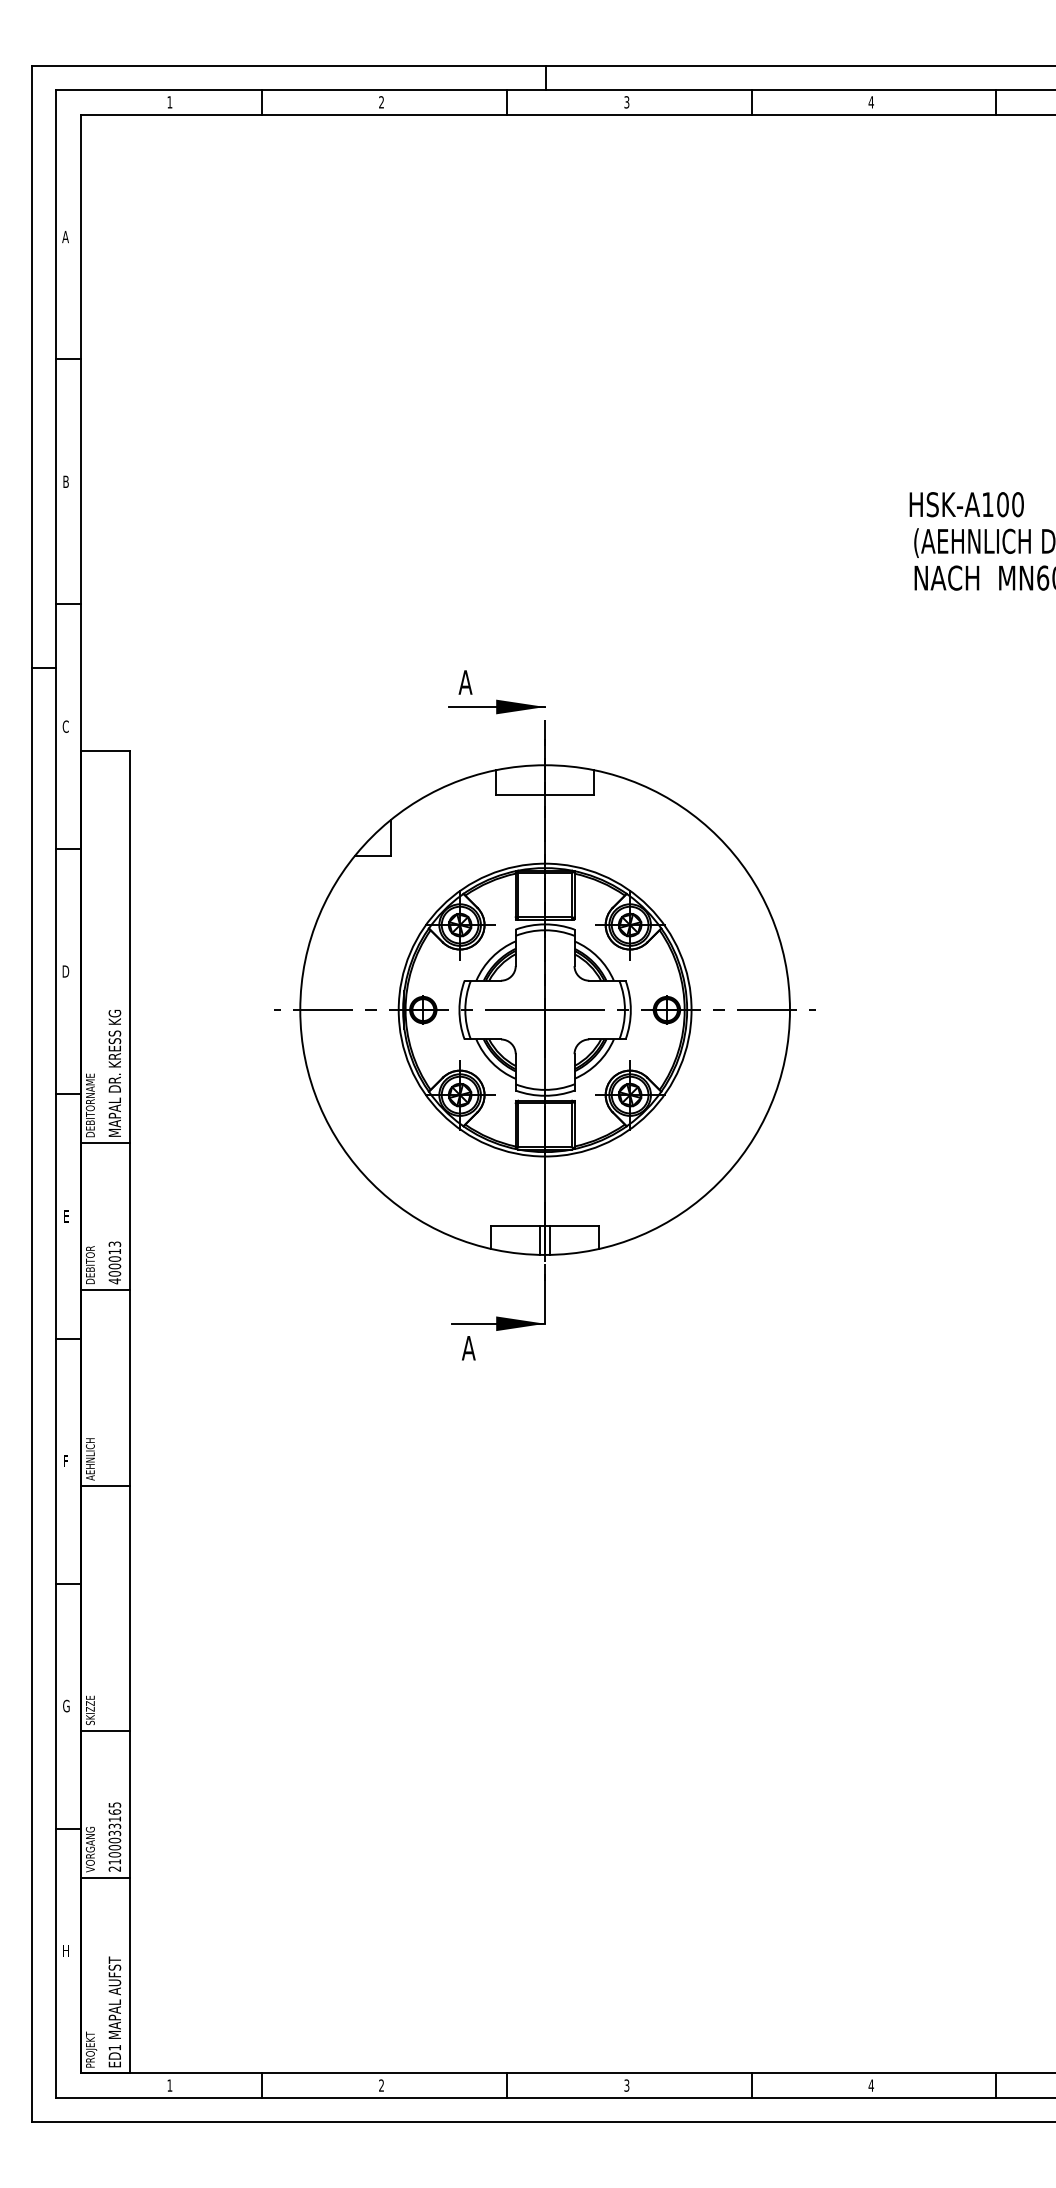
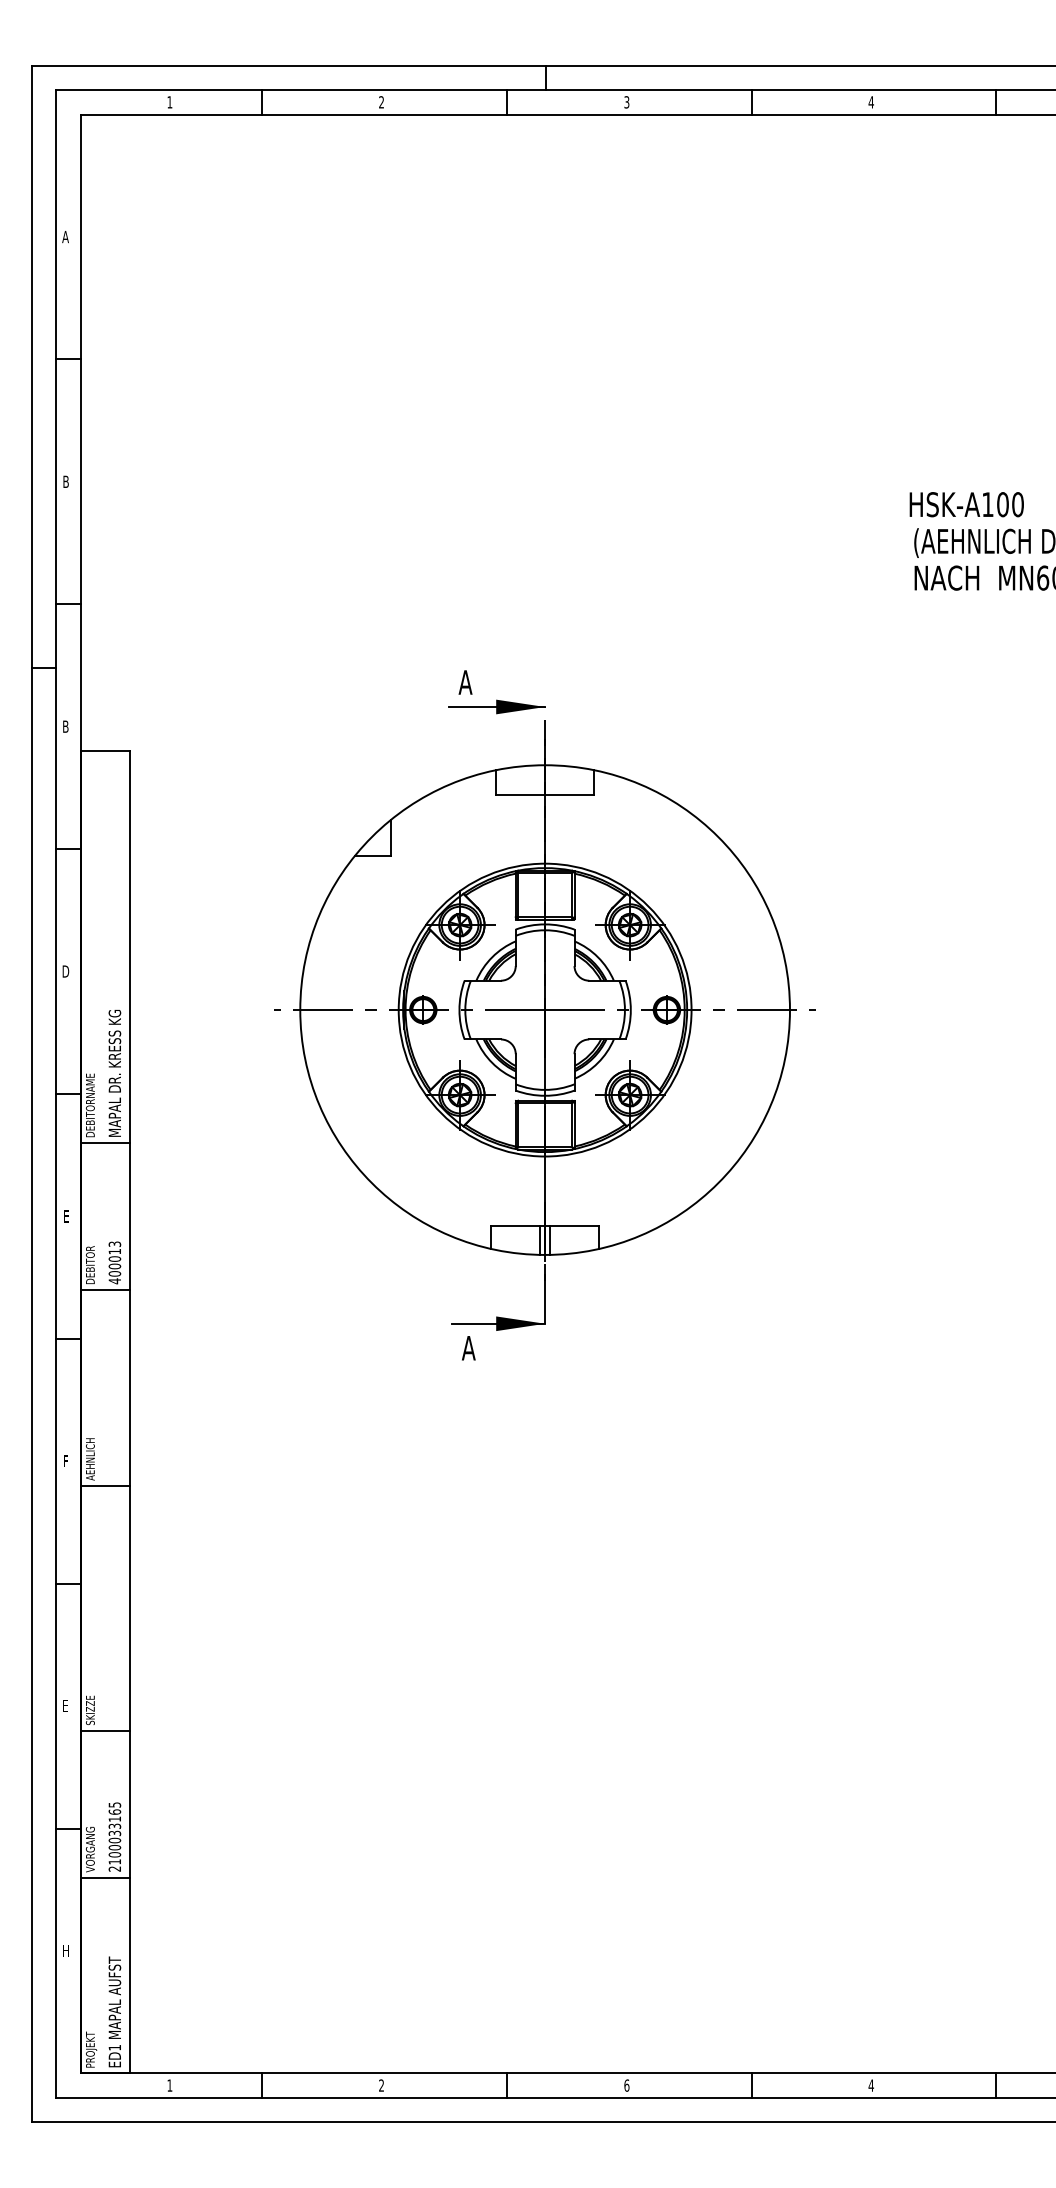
text at (65, 726): C -> B
text at (66, 1705): G -> E
text at (626, 2085): 3 -> 6
